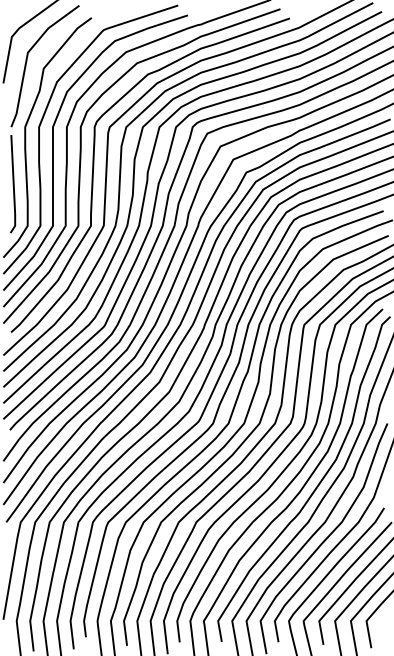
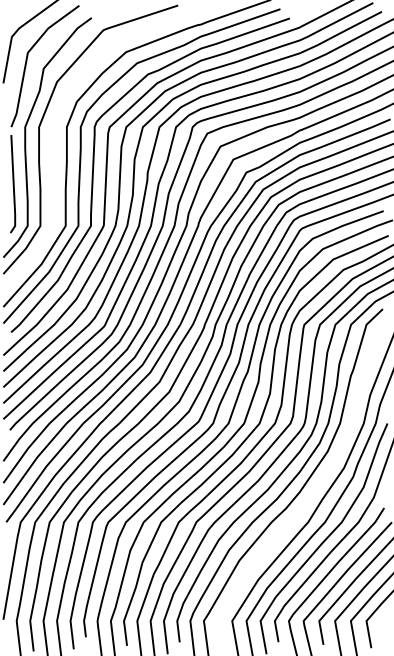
curve at (53, 152): present -> none
curve at (315, 487): present -> none
